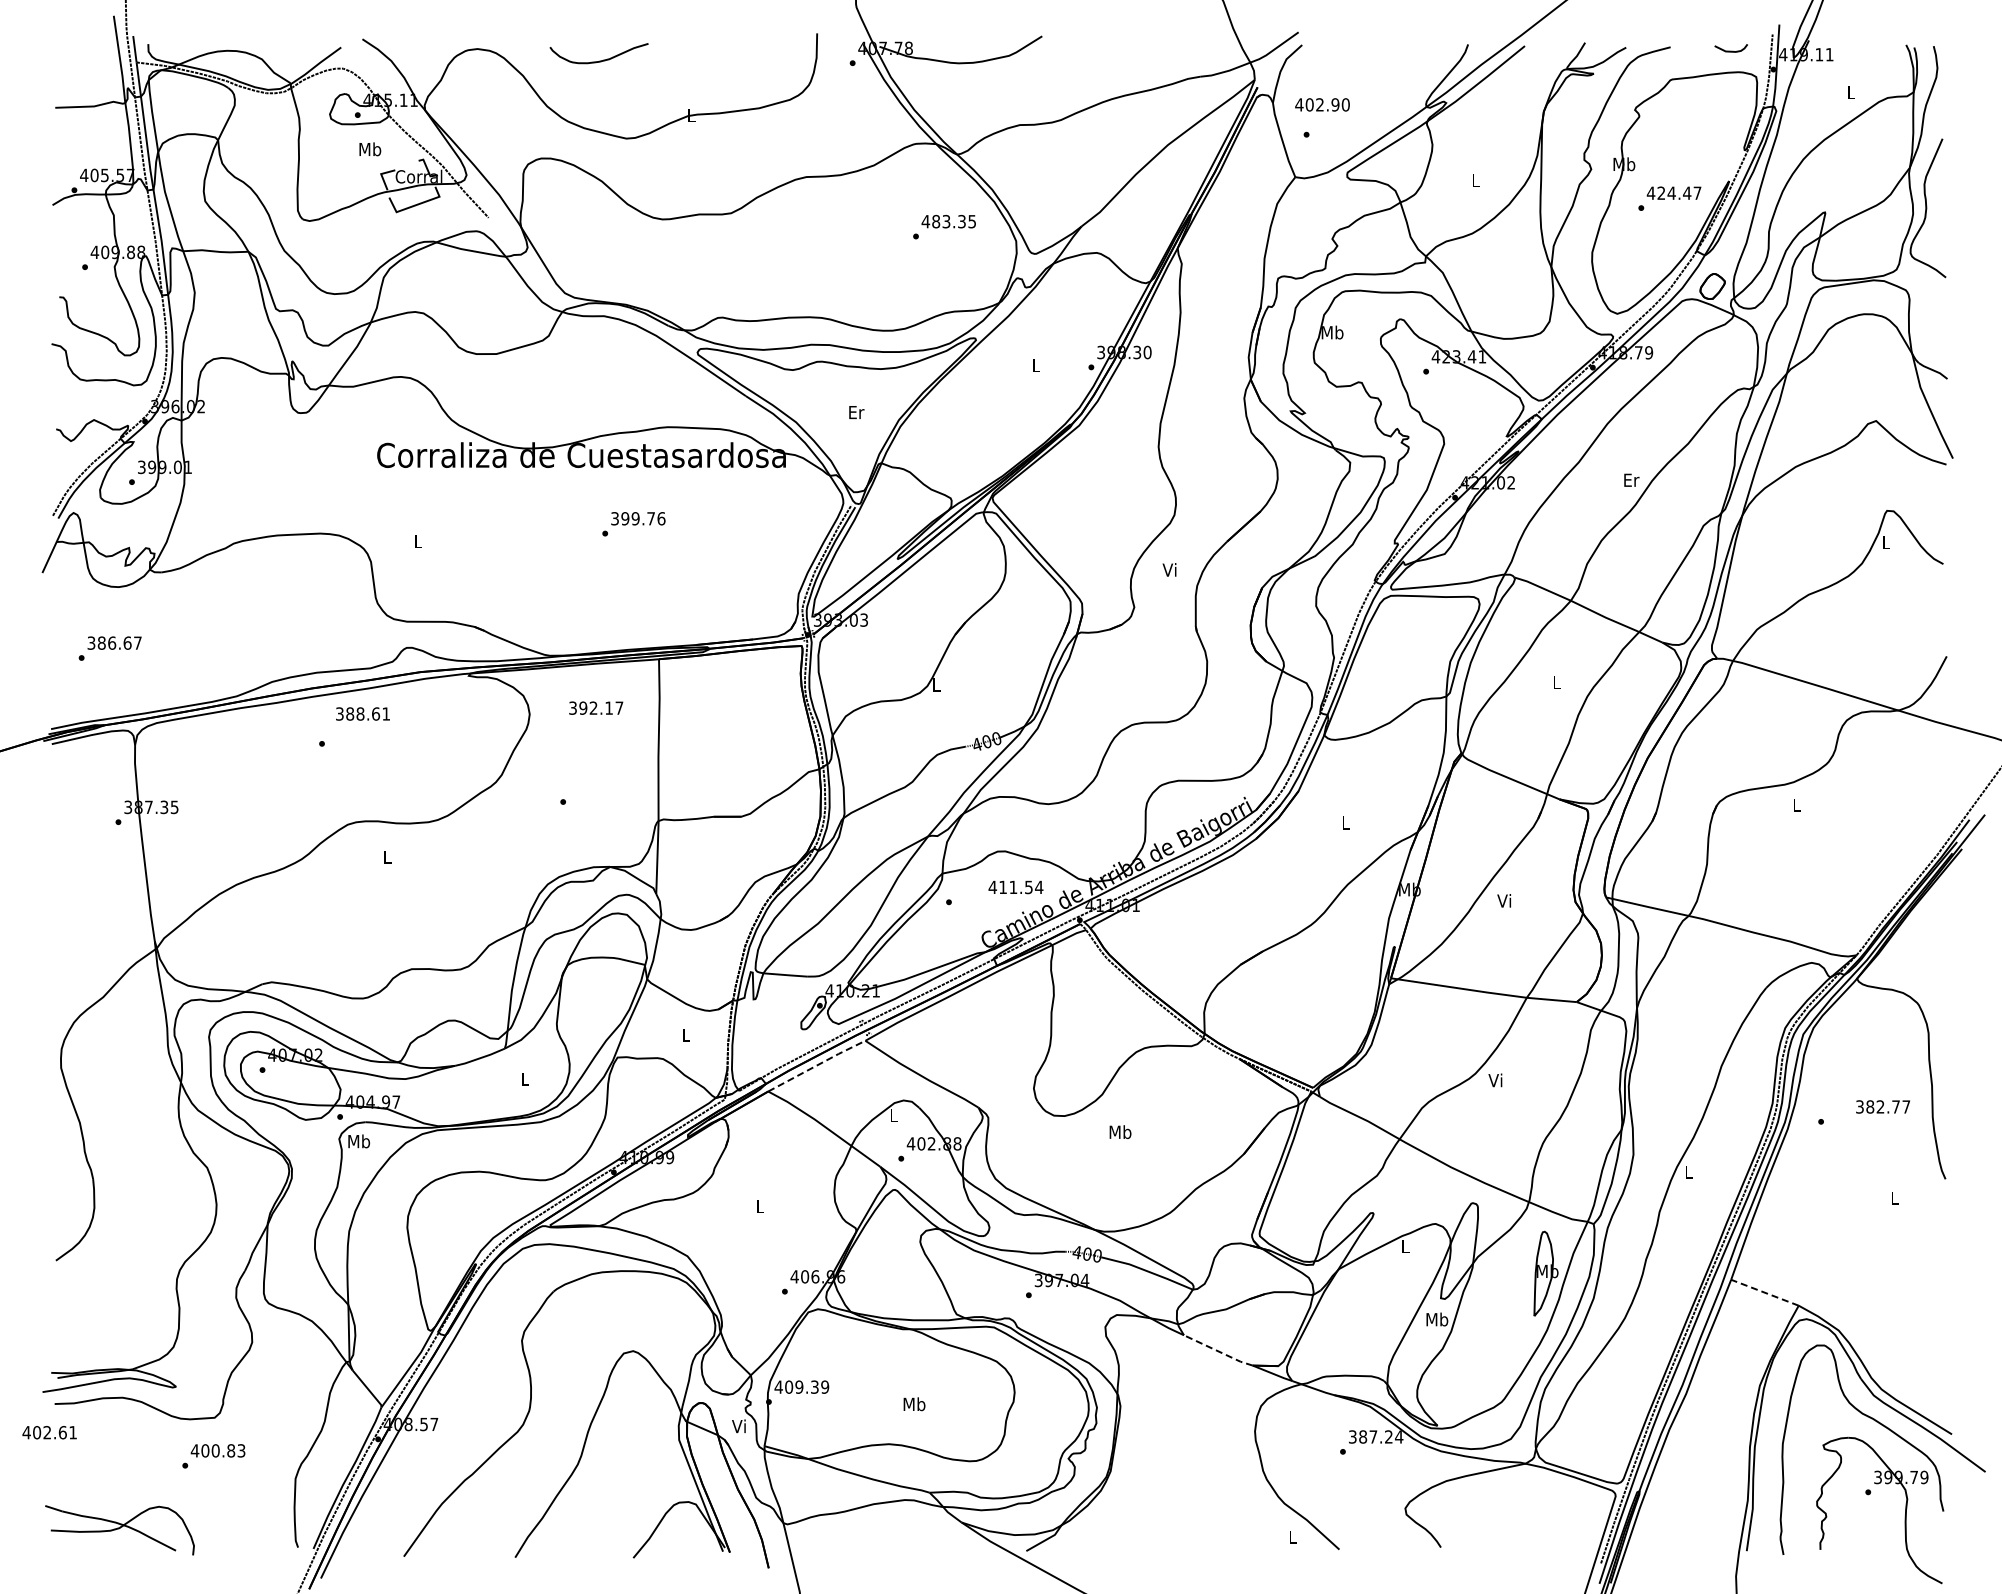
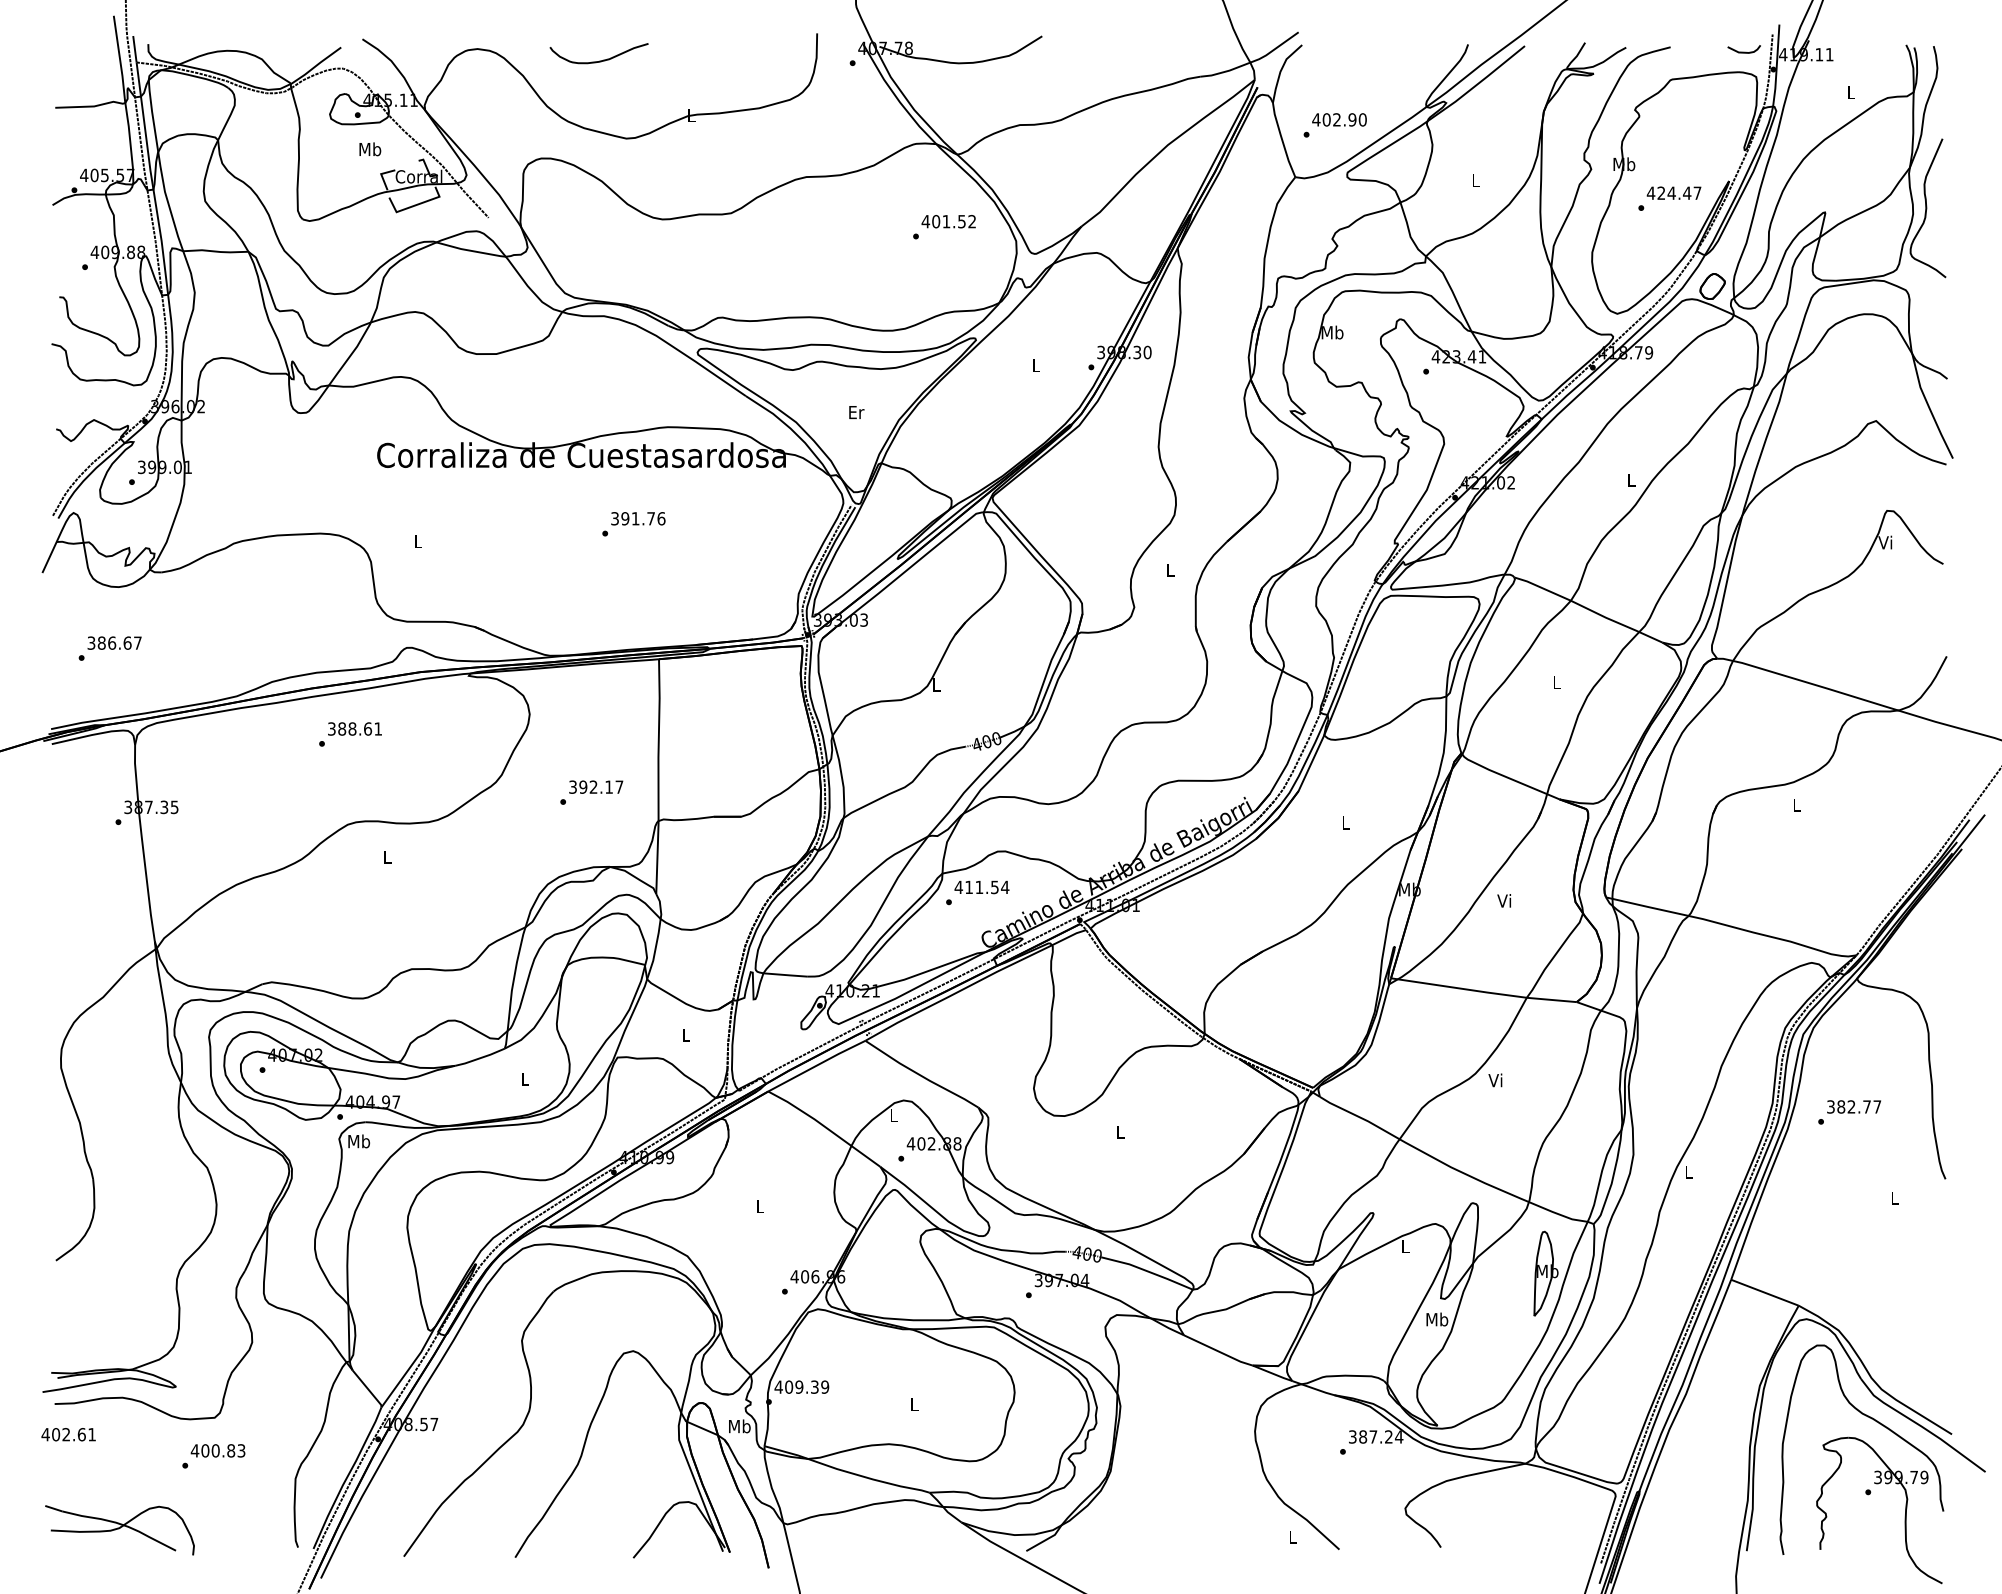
curve at (1730, 50) position: (1730, 50) -> (1743, 51)
text at (1322, 104) position: (1322, 104) -> (1339, 119)
text at (953, 221): 483.35 -> 401.52
text at (1631, 479): Er -> L
text at (635, 518): 399.76 -> 391.76
text at (1885, 542): L -> Vi
text at (1169, 569): Vi -> L
text at (596, 707) position: (596, 707) -> (596, 786)
text at (362, 713) position: (362, 713) -> (354, 728)
text at (1015, 887) position: (1015, 887) -> (981, 887)
line at (817, 1065): dashed -> solid
text at (1882, 1106) position: (1882, 1106) -> (1853, 1106)
text at (1120, 1131): Mb -> L
line at (1764, 1292): dashed -> solid
line at (1218, 1351): dashed -> solid
text at (914, 1404): Mb -> L
text at (739, 1426): Vi -> Mb
text at (49, 1432) position: (49, 1432) -> (68, 1434)
